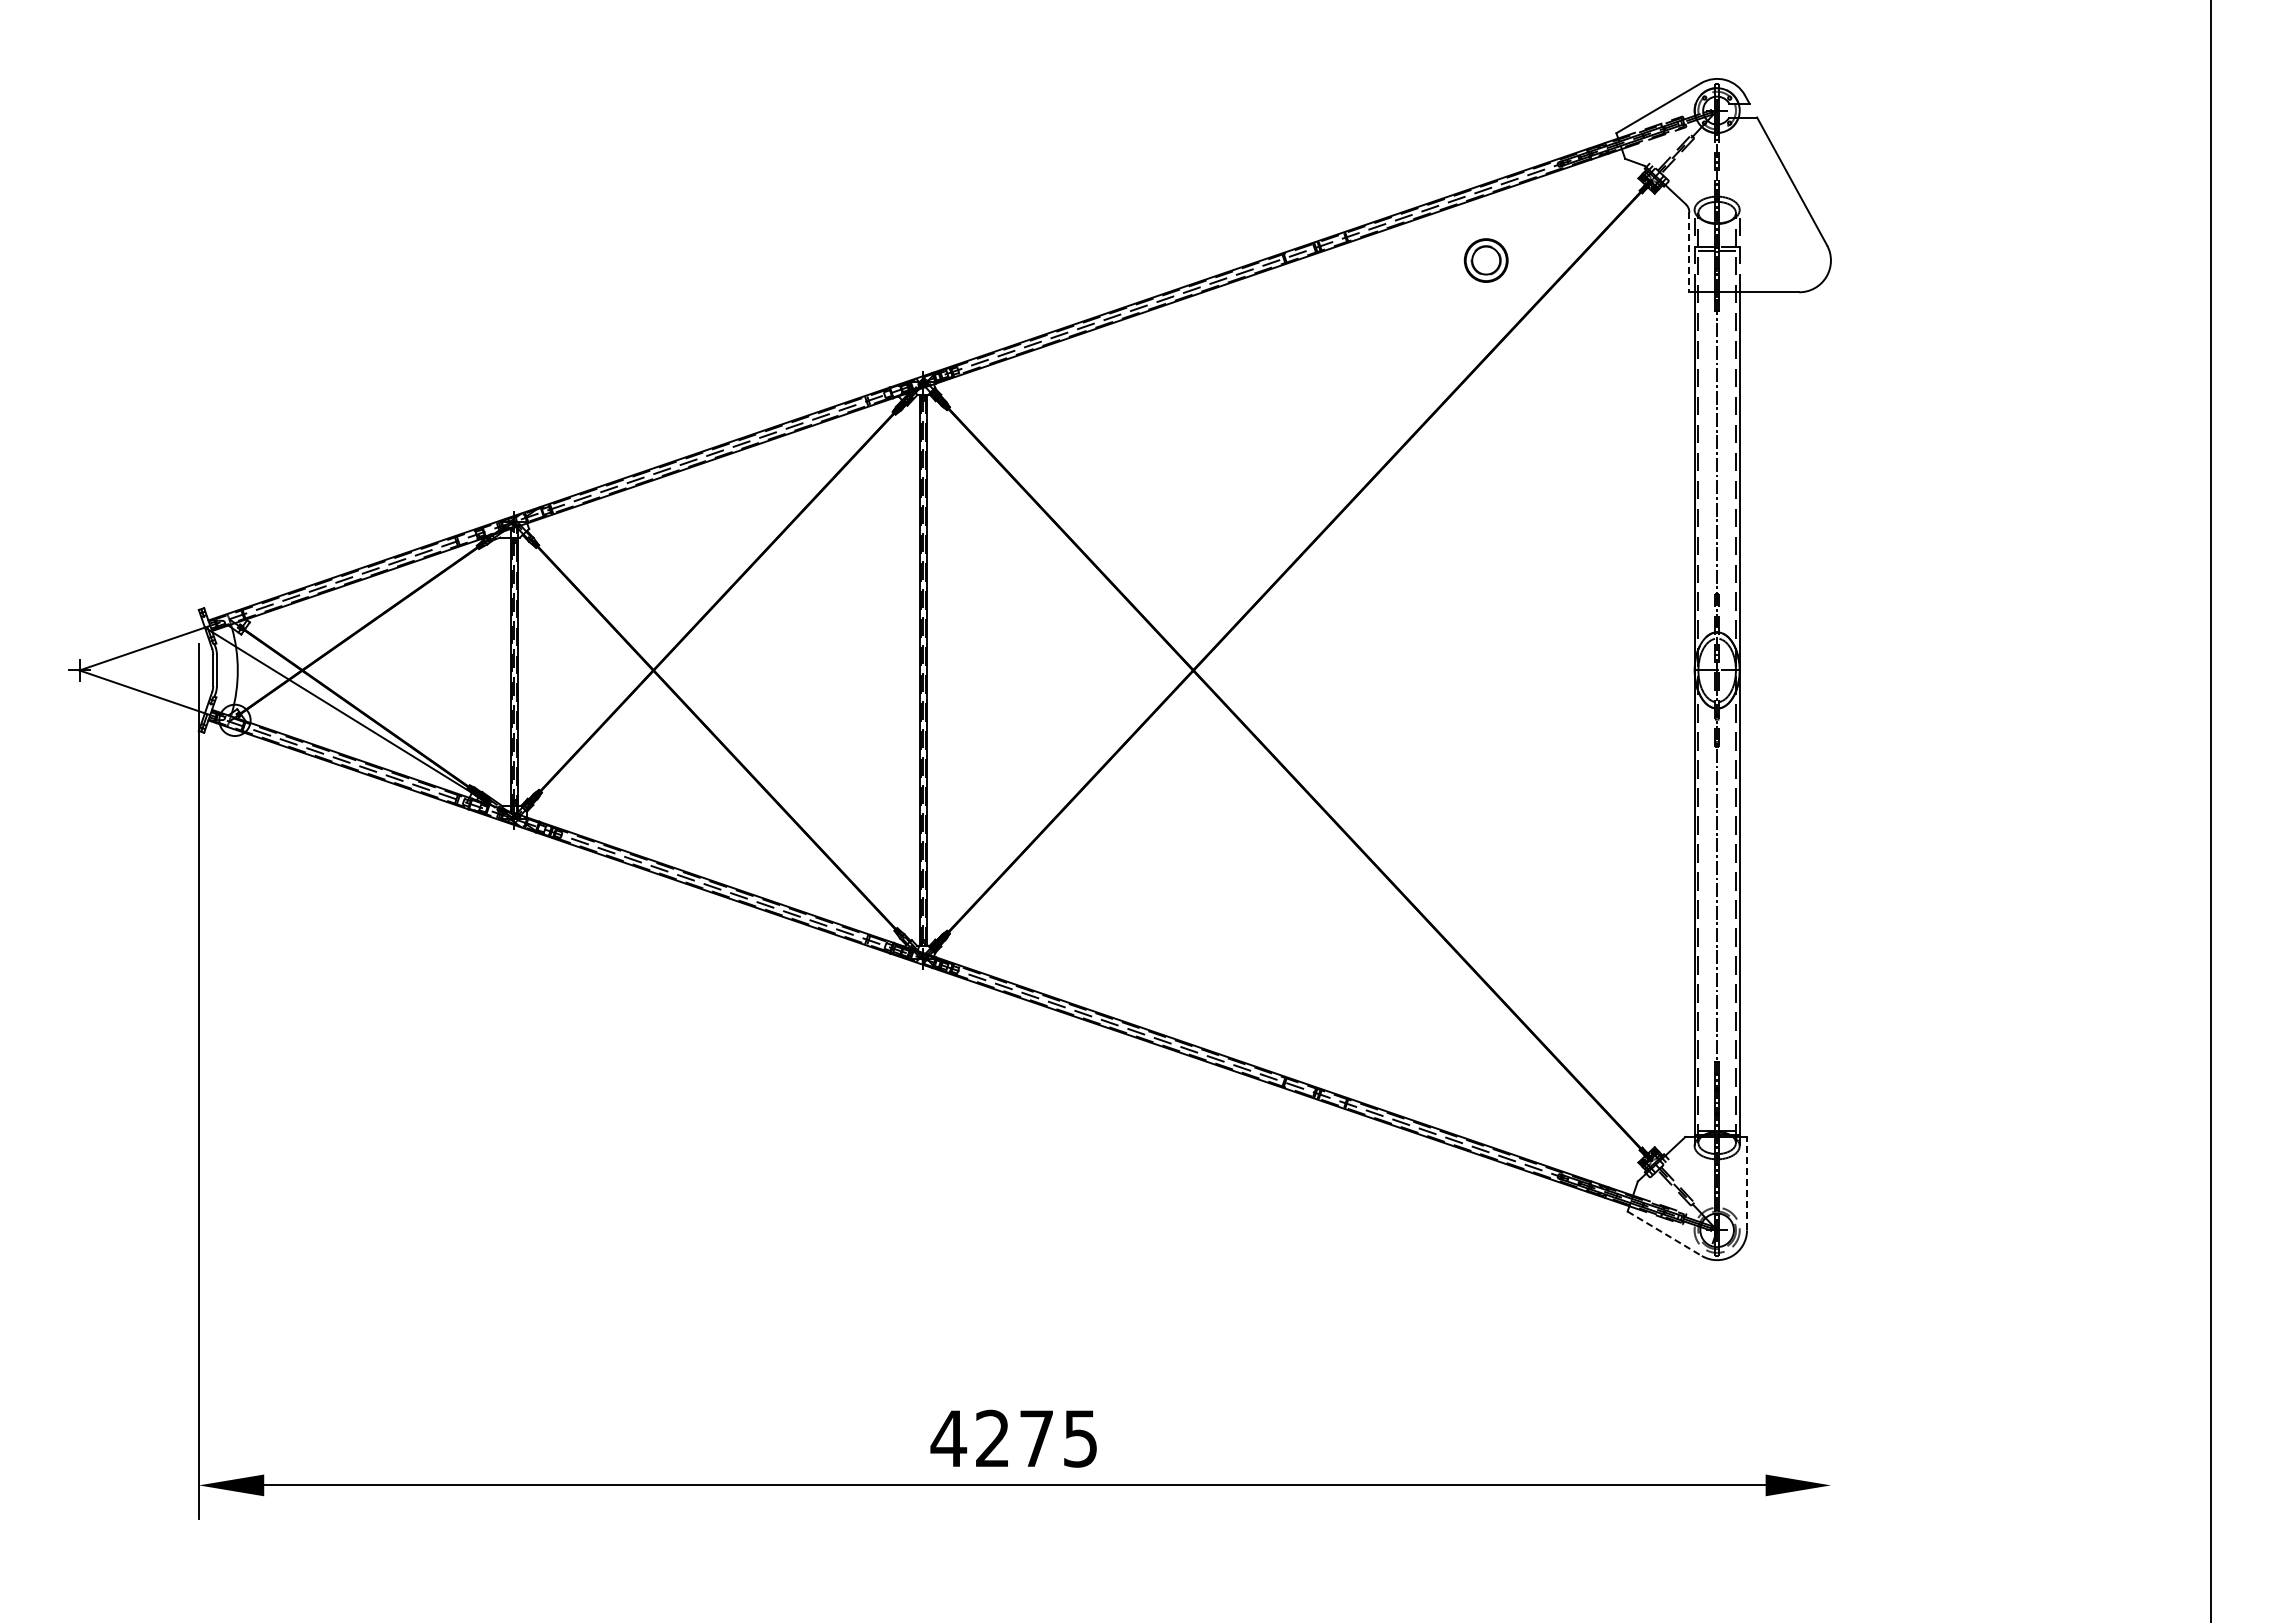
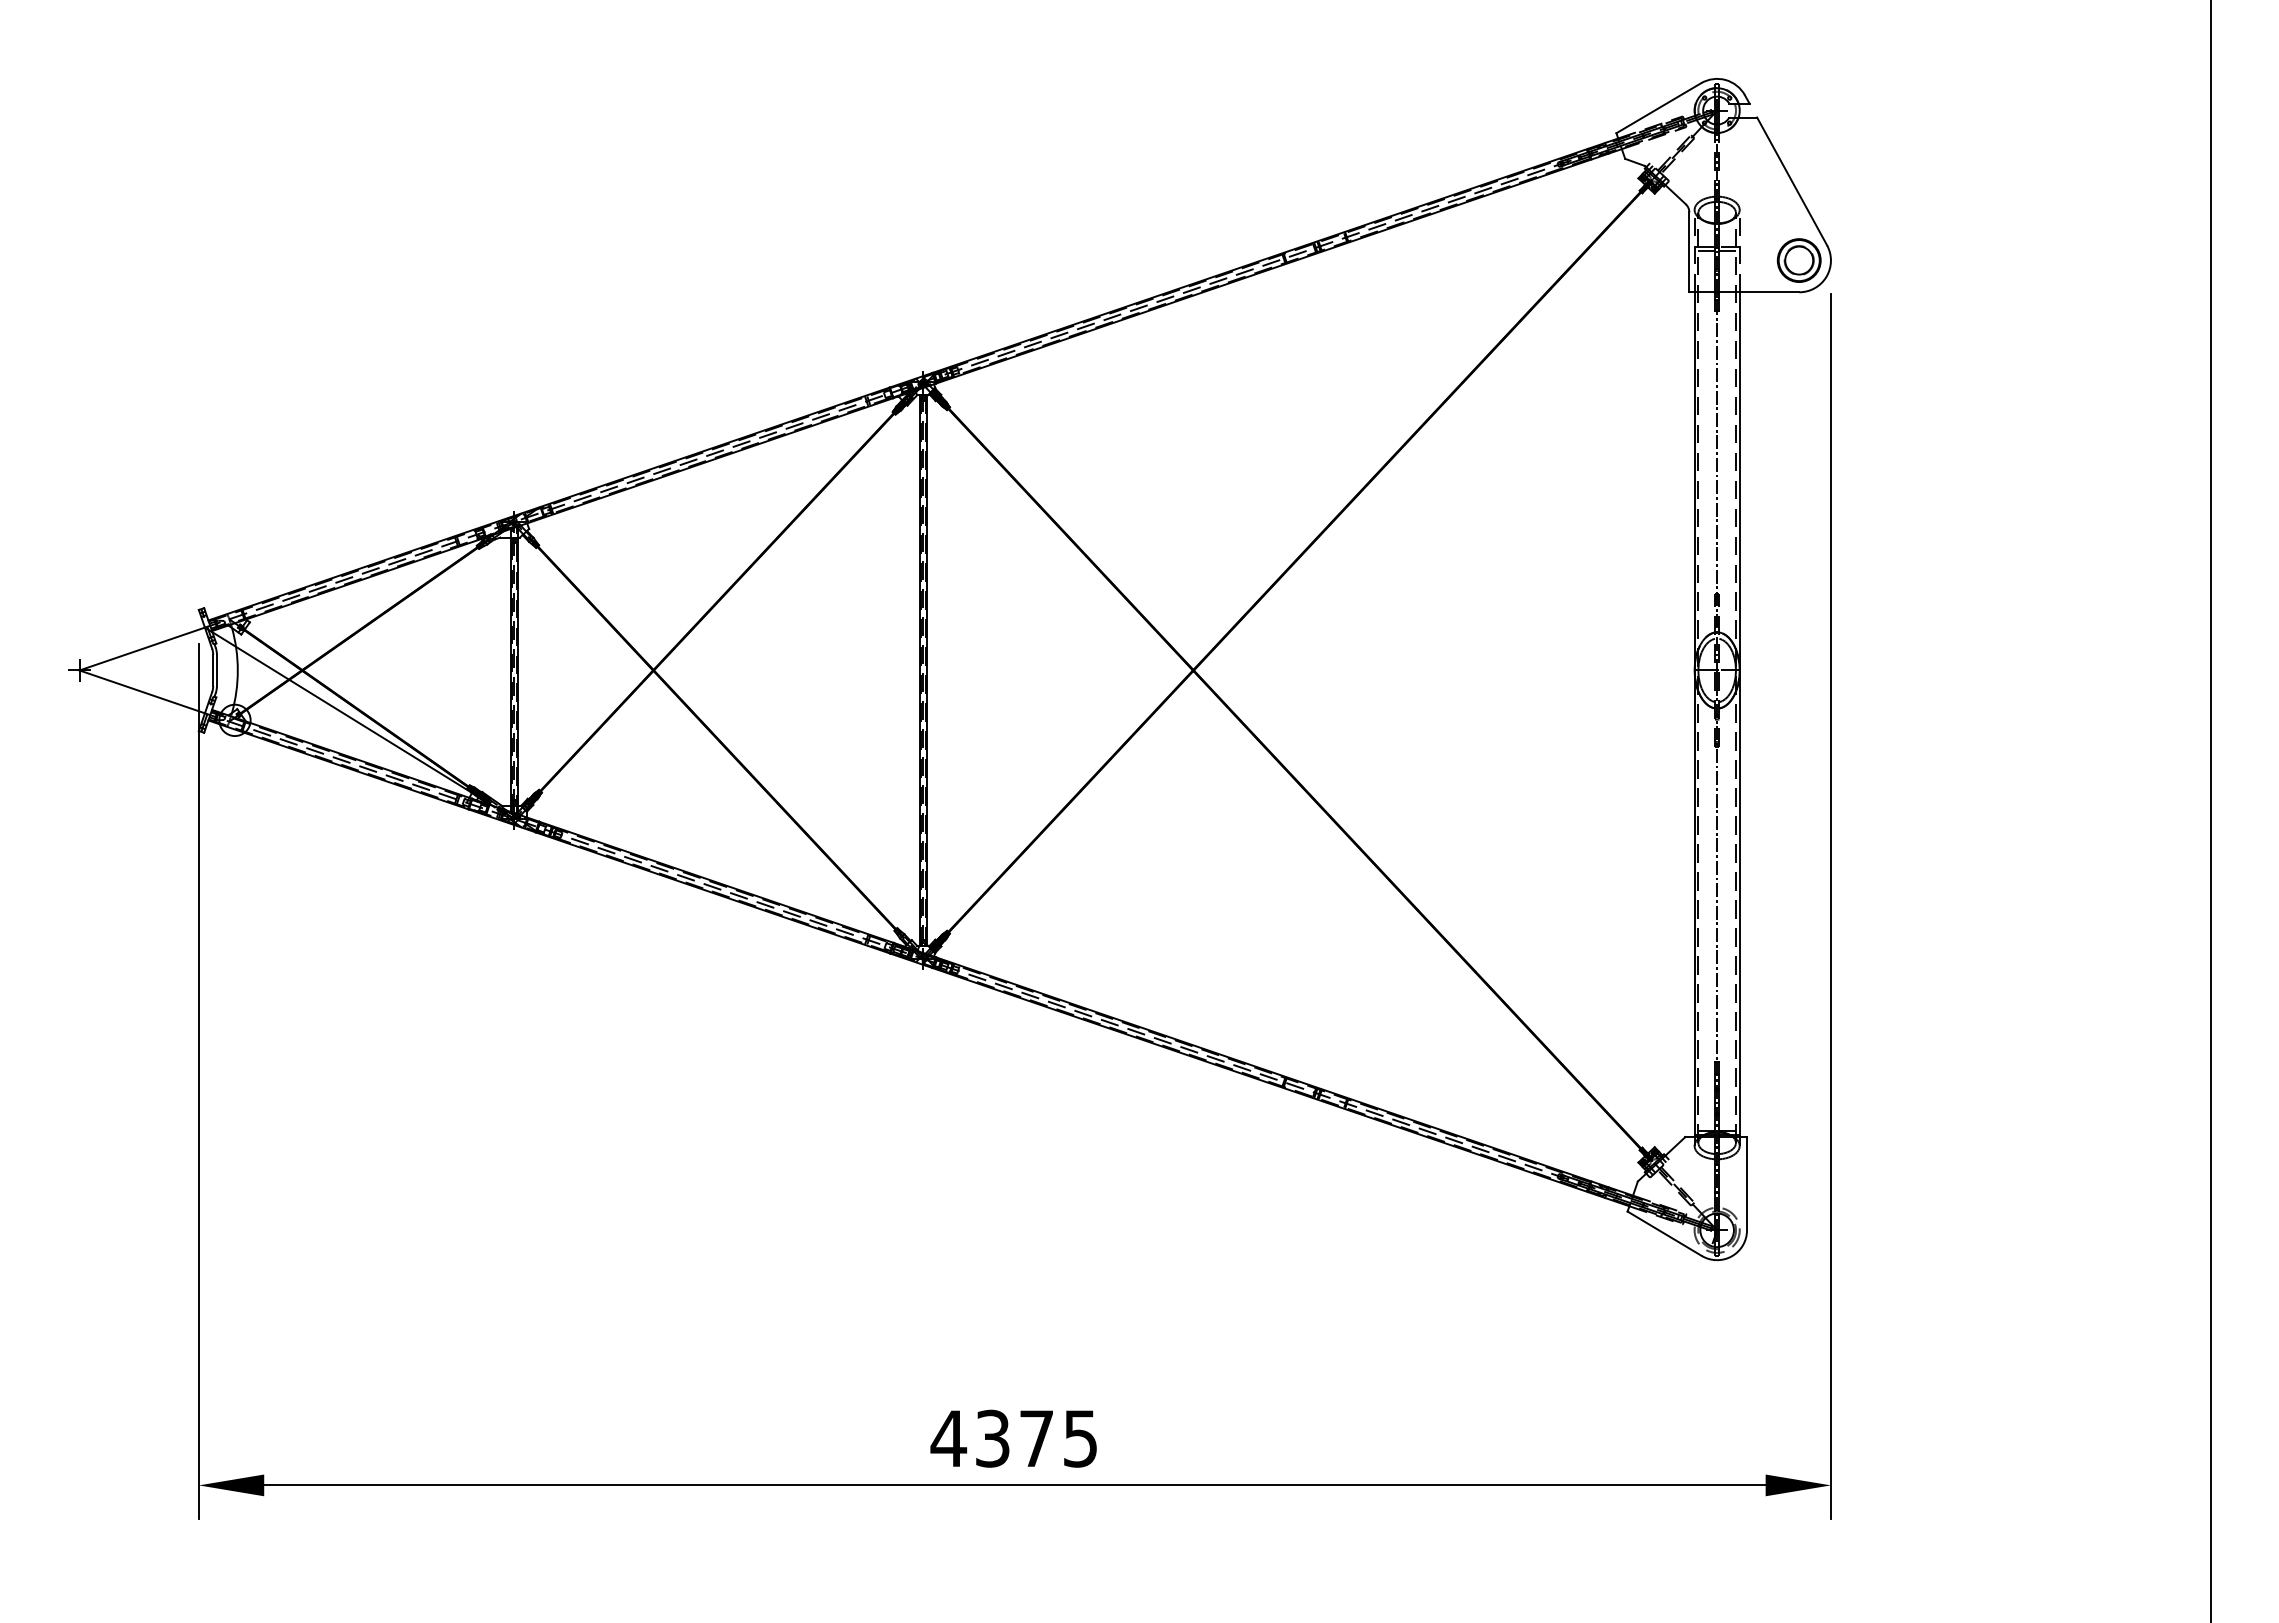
line at (1689, 252): dashed -> solid
part at (1485, 260) position: (1485, 260) -> (1798, 260)
line at (1830, 906): none -> present
line at (1747, 1183): dashed -> solid
line at (1665, 1234): dashed -> solid
text at (992, 1438): 4275 -> 4375
